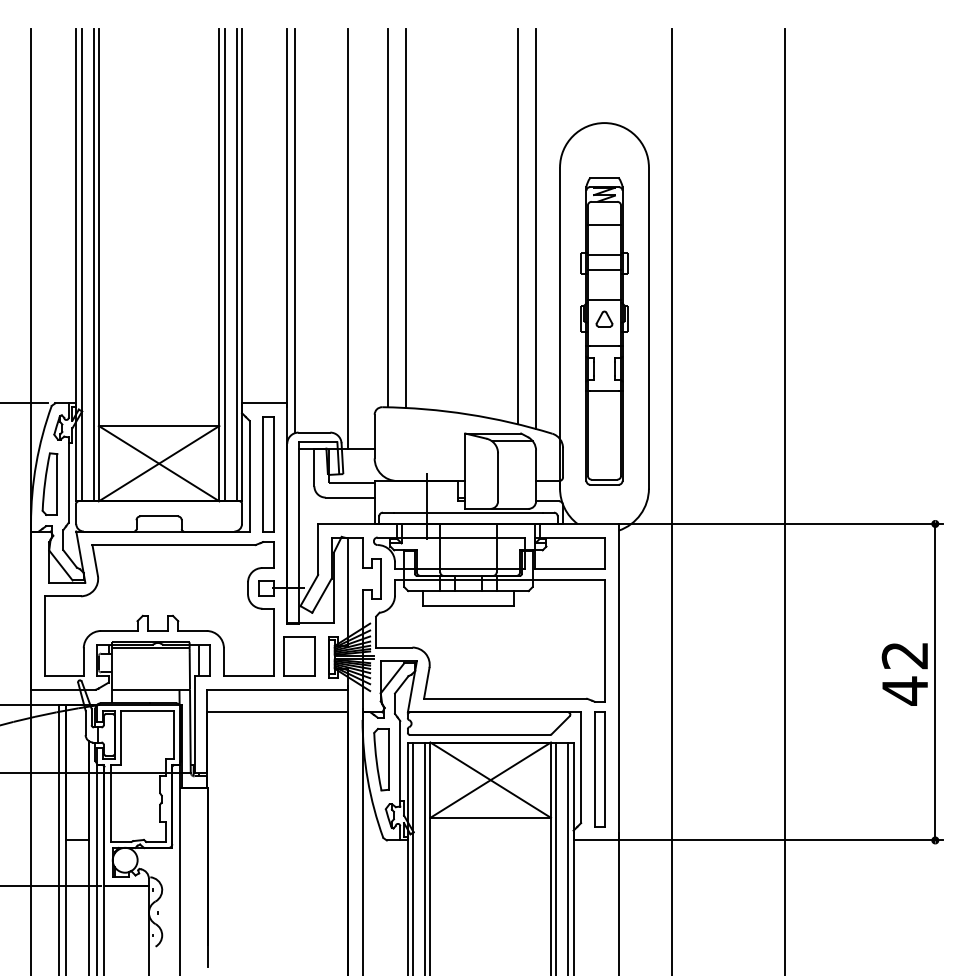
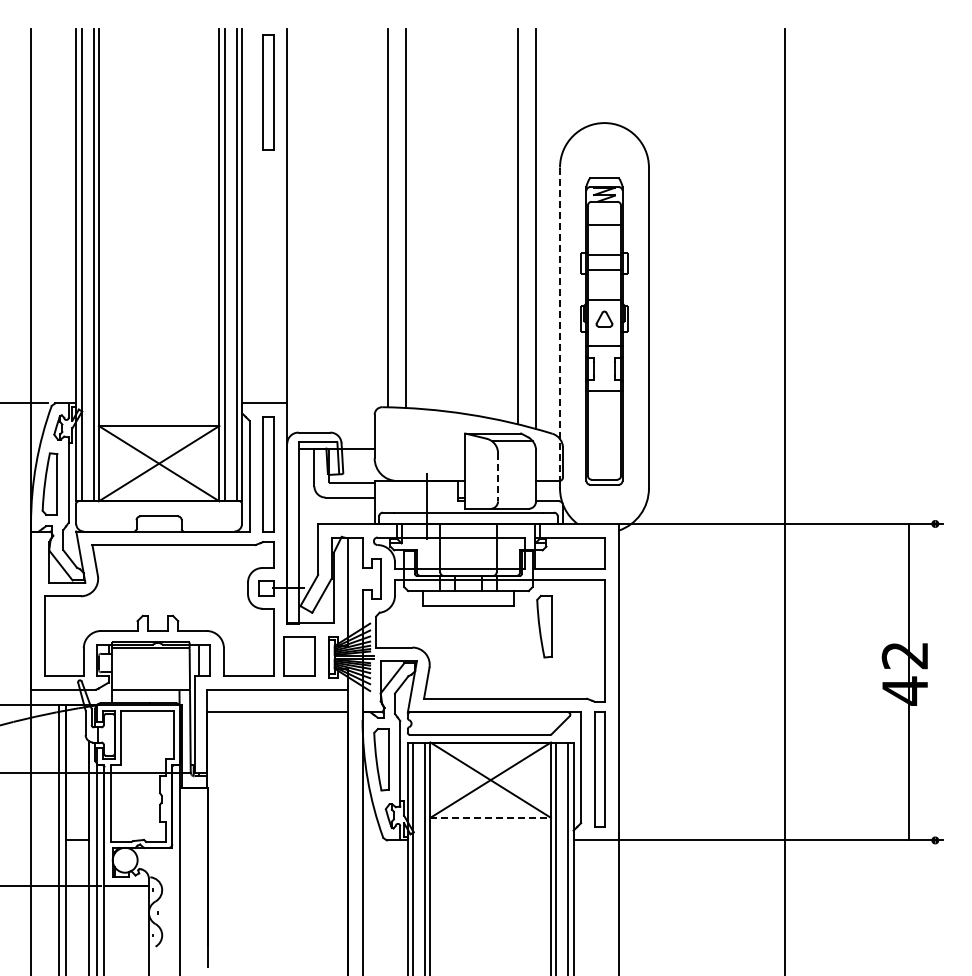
part at (268, 92): none -> present
line at (294, 231): present -> none
line at (347, 239): present -> none
line at (560, 328): solid -> dashed
line at (498, 477): solid -> dashed
line at (671, 500): present -> none
part at (544, 626): none -> present
line at (935, 681) position: (935, 681) -> (909, 681)
line at (491, 817): solid -> dashed
